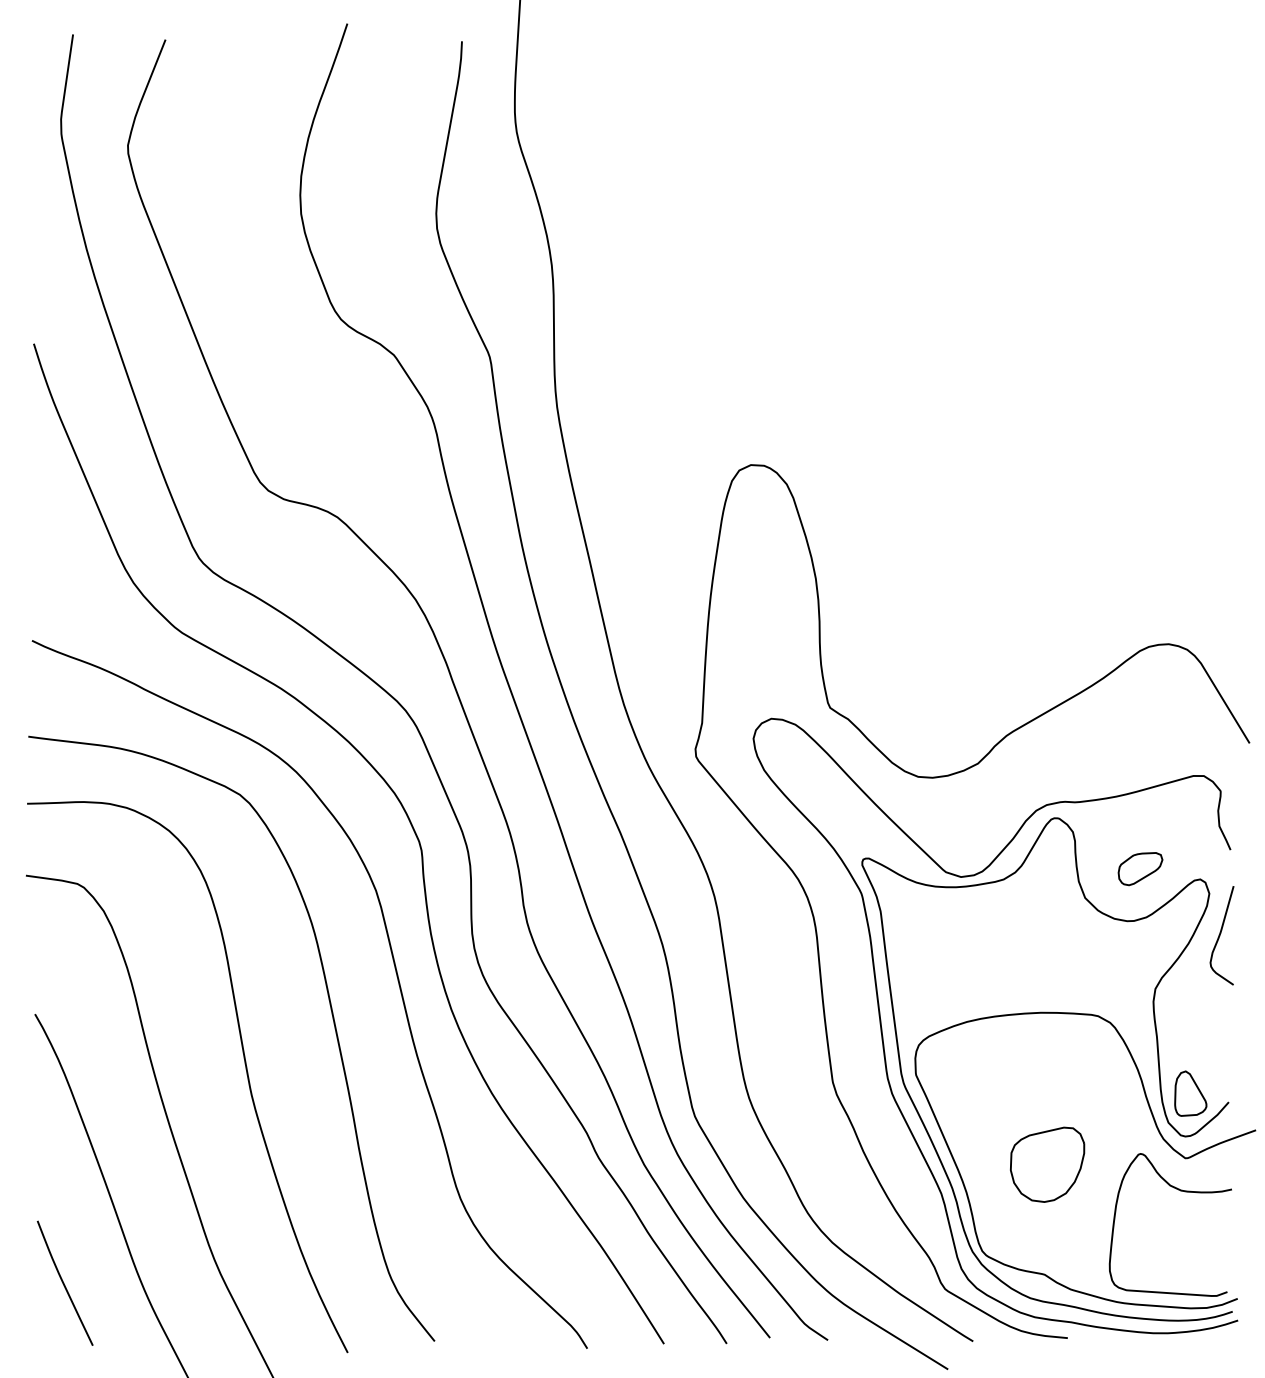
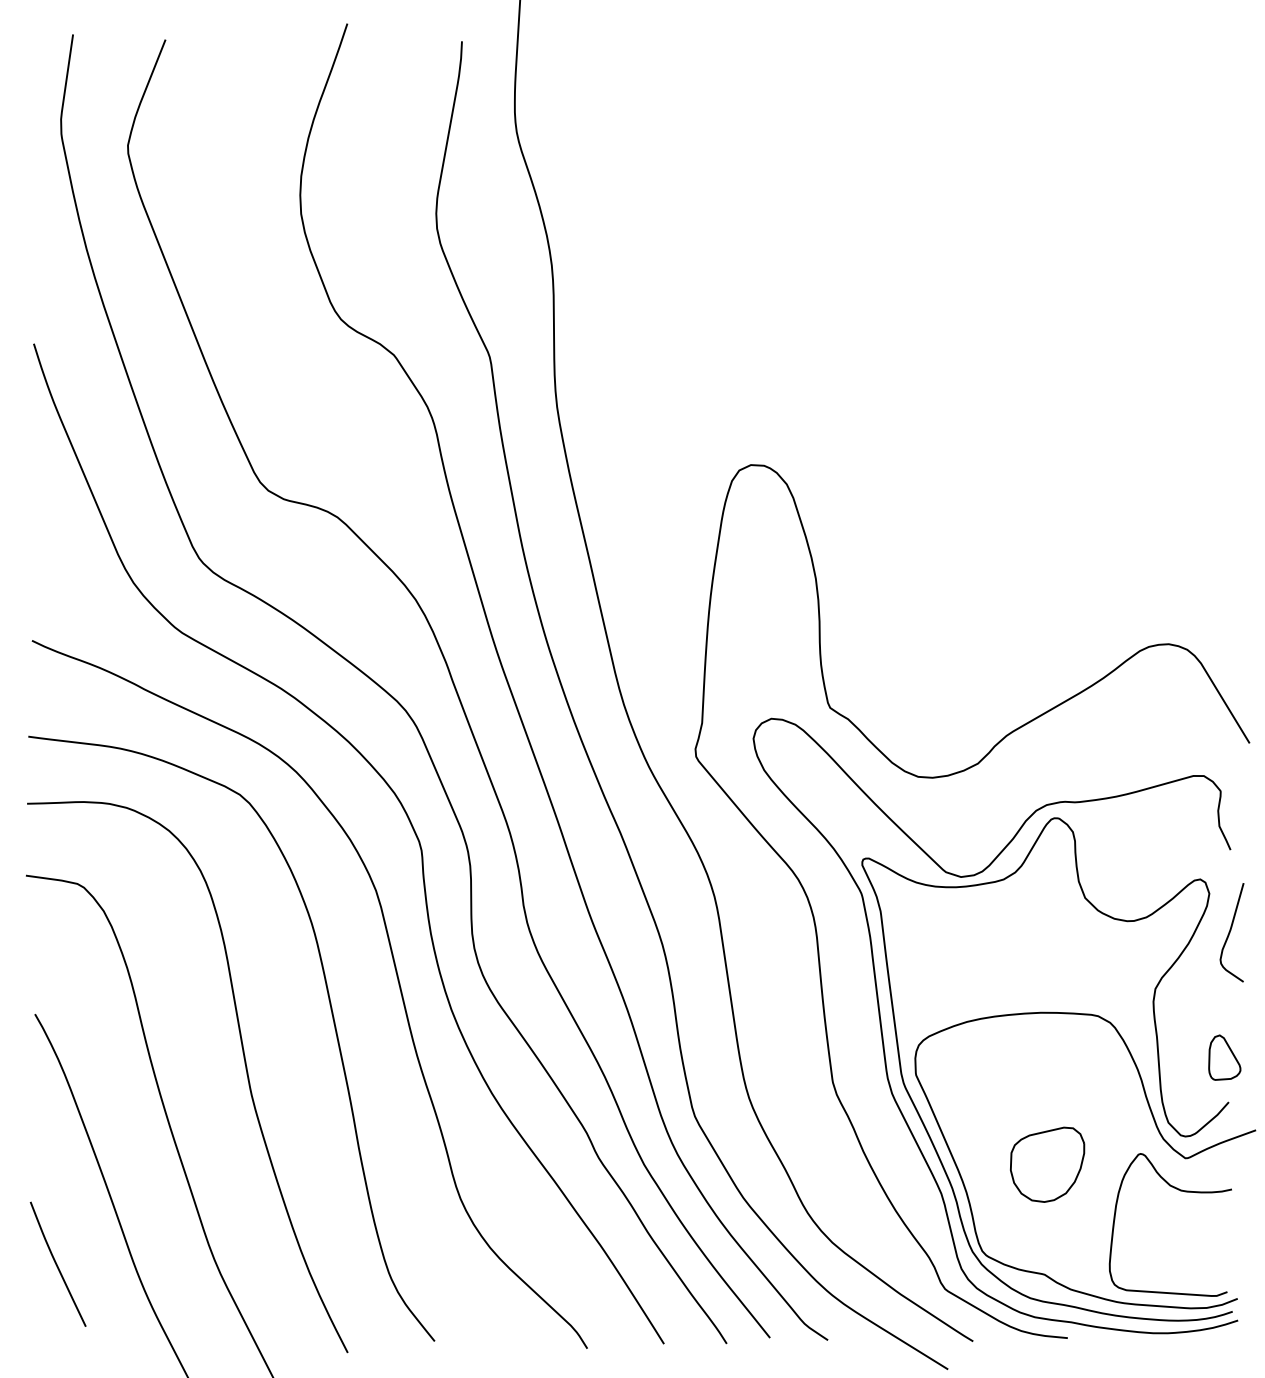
part at (1140, 869): present -> none
curve at (1220, 935) position: (1220, 935) -> (1230, 932)
part at (1190, 1093) position: (1190, 1093) -> (1224, 1057)
curve at (63, 1282) position: (63, 1282) -> (56, 1263)
